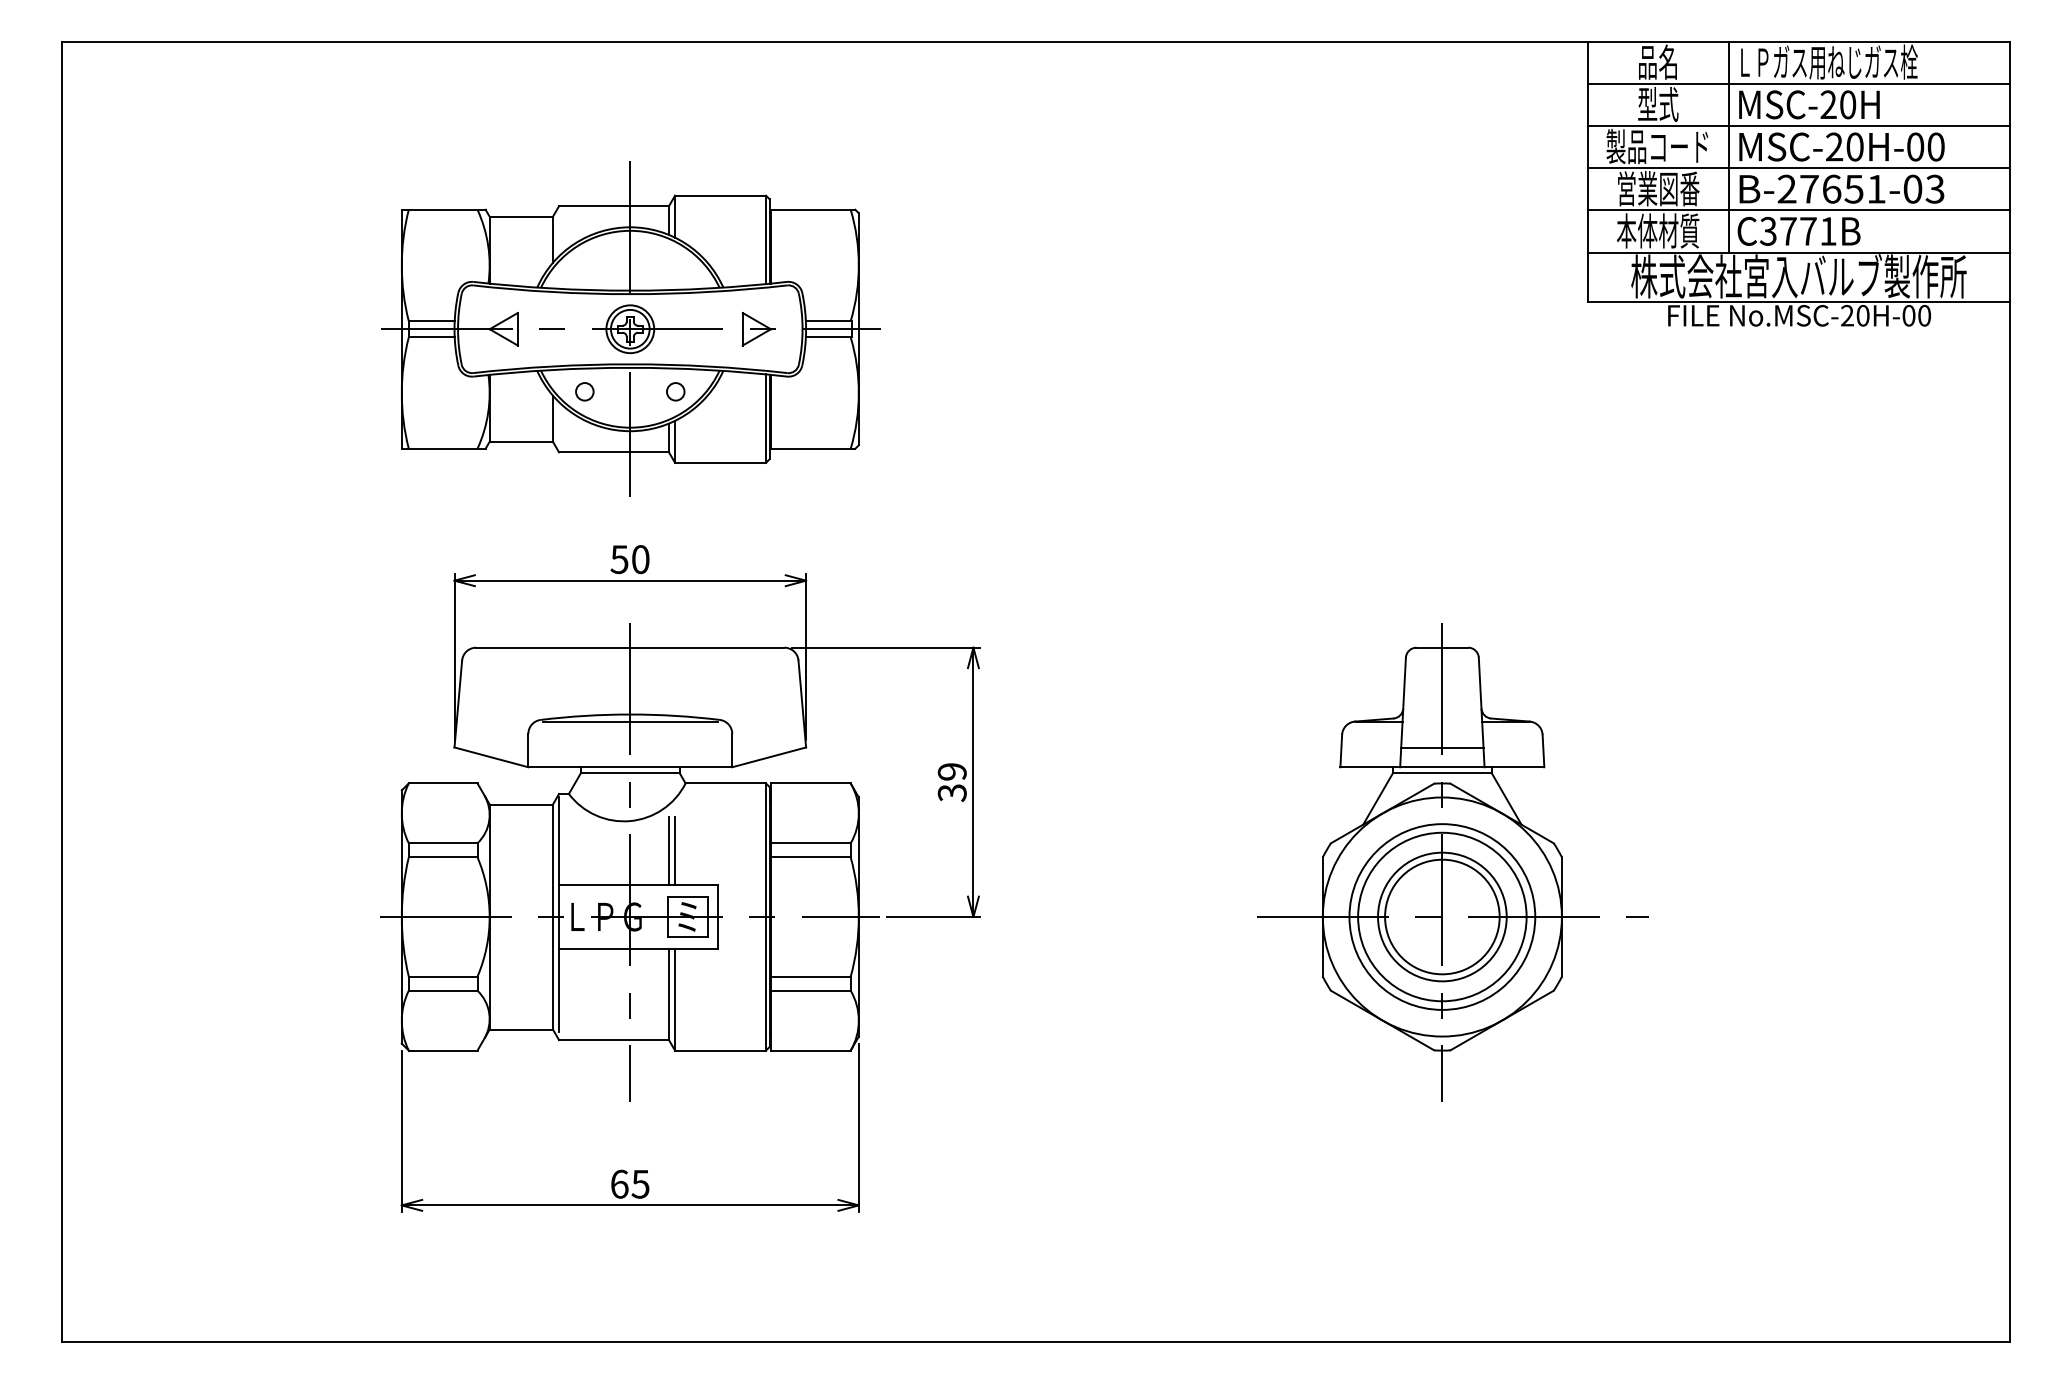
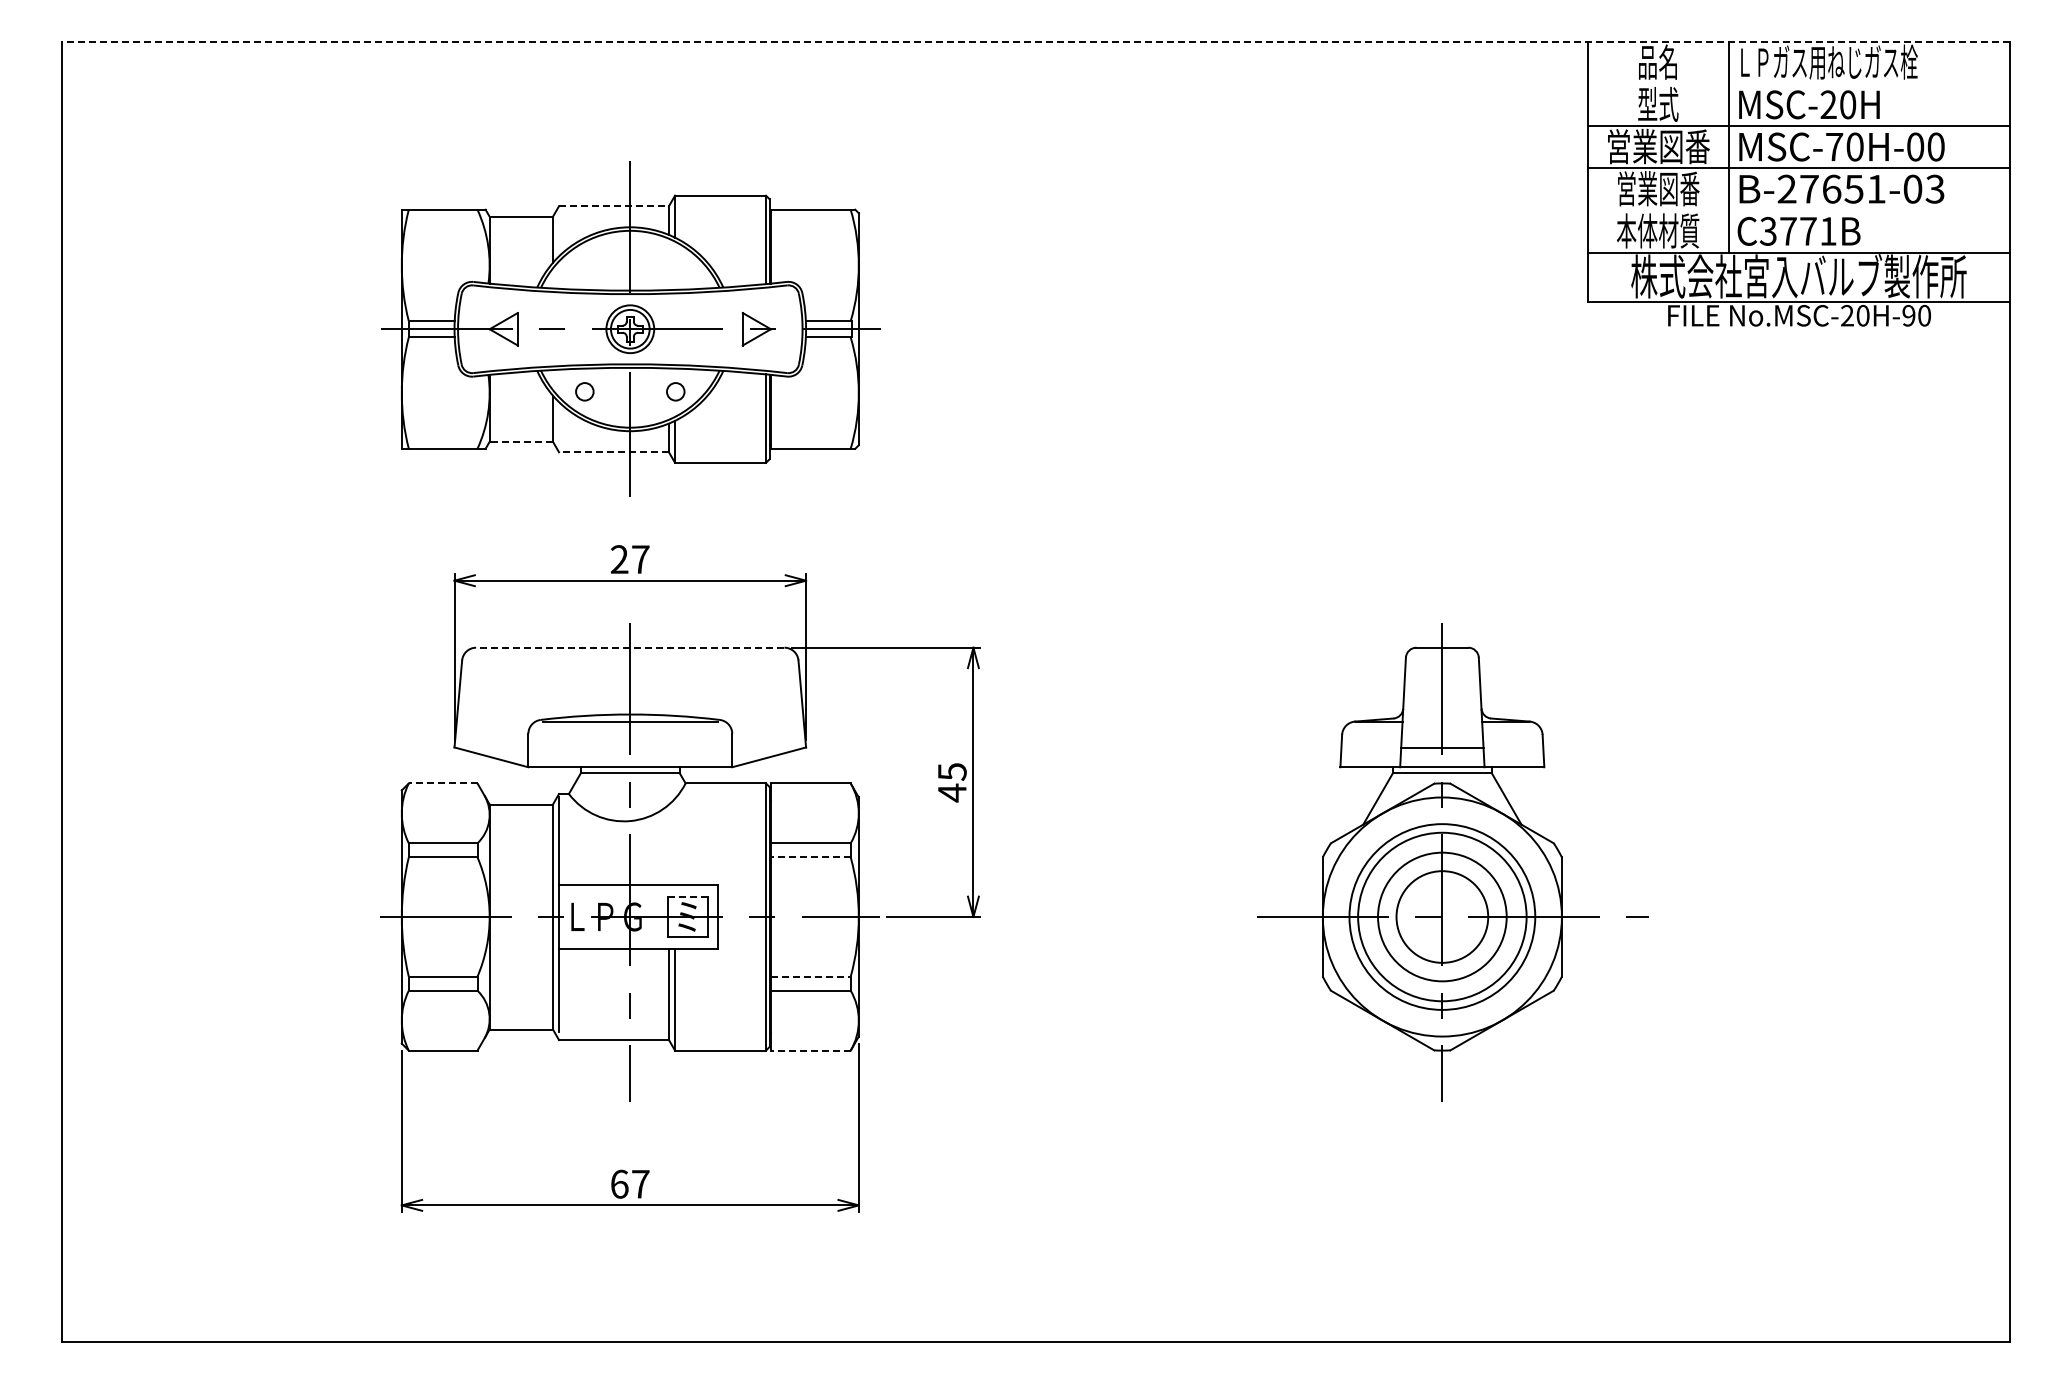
line at (1036, 41): solid -> dashed
line at (1798, 83): present -> none
text at (1657, 146): 製品コード -> 営業図番
text at (1834, 146): MSC-20H-00 -> MSC-70H-00
line at (614, 206): solid -> dashed
line at (1798, 210): present -> none
text at (1908, 315): No.MSC-20H-00 -> No.MSC-20H-90
line at (521, 441): solid -> dashed
line at (614, 452): solid -> dashed
text at (629, 559): 50 -> 27
line at (629, 647): solid -> dashed
text at (951, 782): 39 -> 45
line at (442, 783): solid -> dashed
line at (668, 850): present -> none
line at (675, 850): present -> none
line at (810, 857): solid -> dashed
line at (687, 897): solid -> dashed
circle at (1442, 916) diameter: 115 px -> 92 px
line at (810, 976): solid -> dashed
line at (810, 1050): solid -> dashed
text at (640, 1184): 65 -> 67
